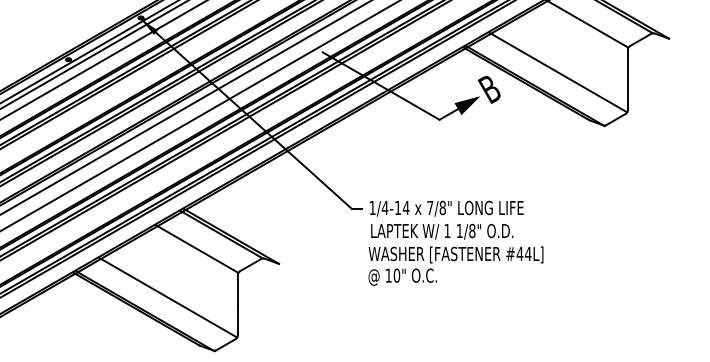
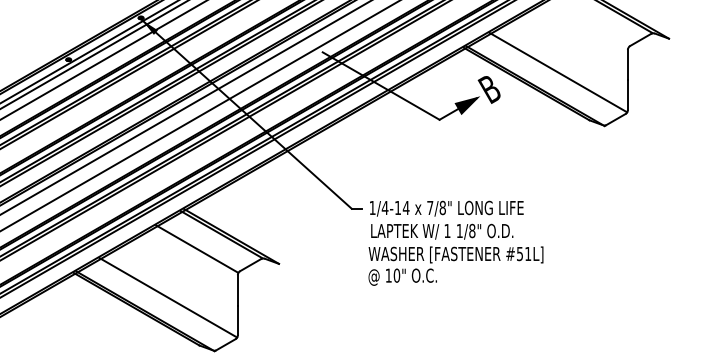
line at (588, 24): present -> none
text at (523, 254): #44L] -> #51L]
